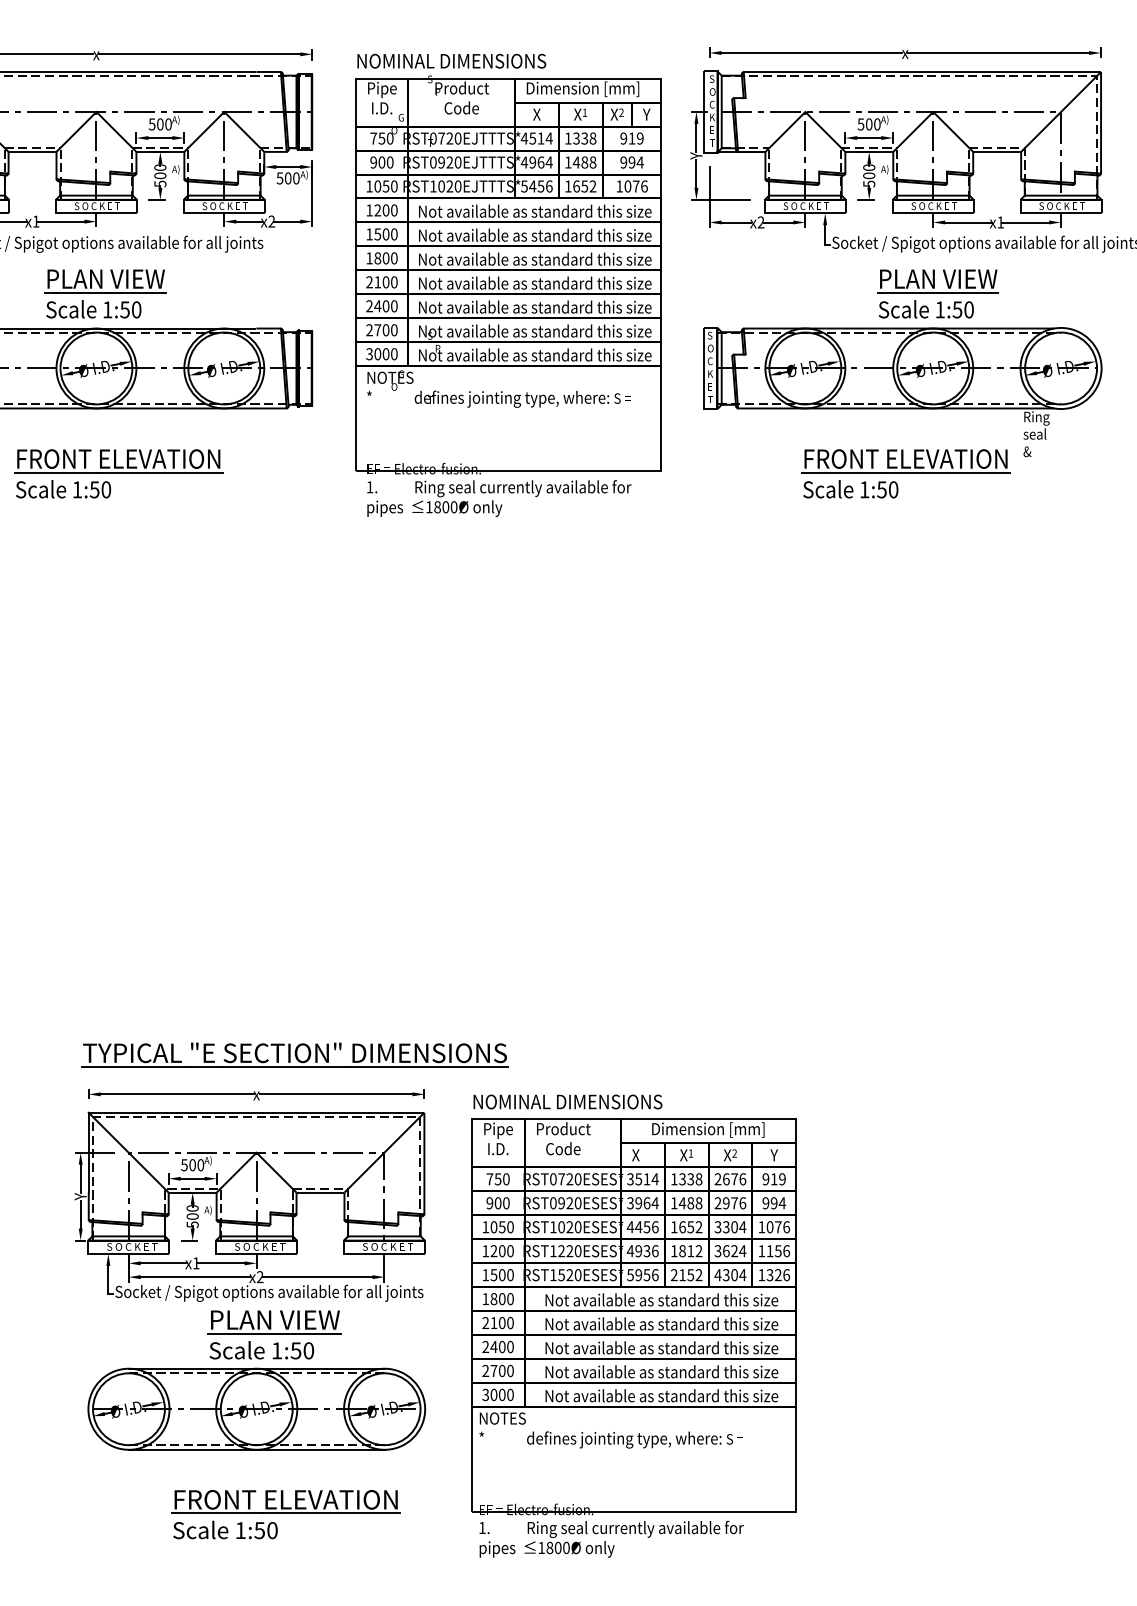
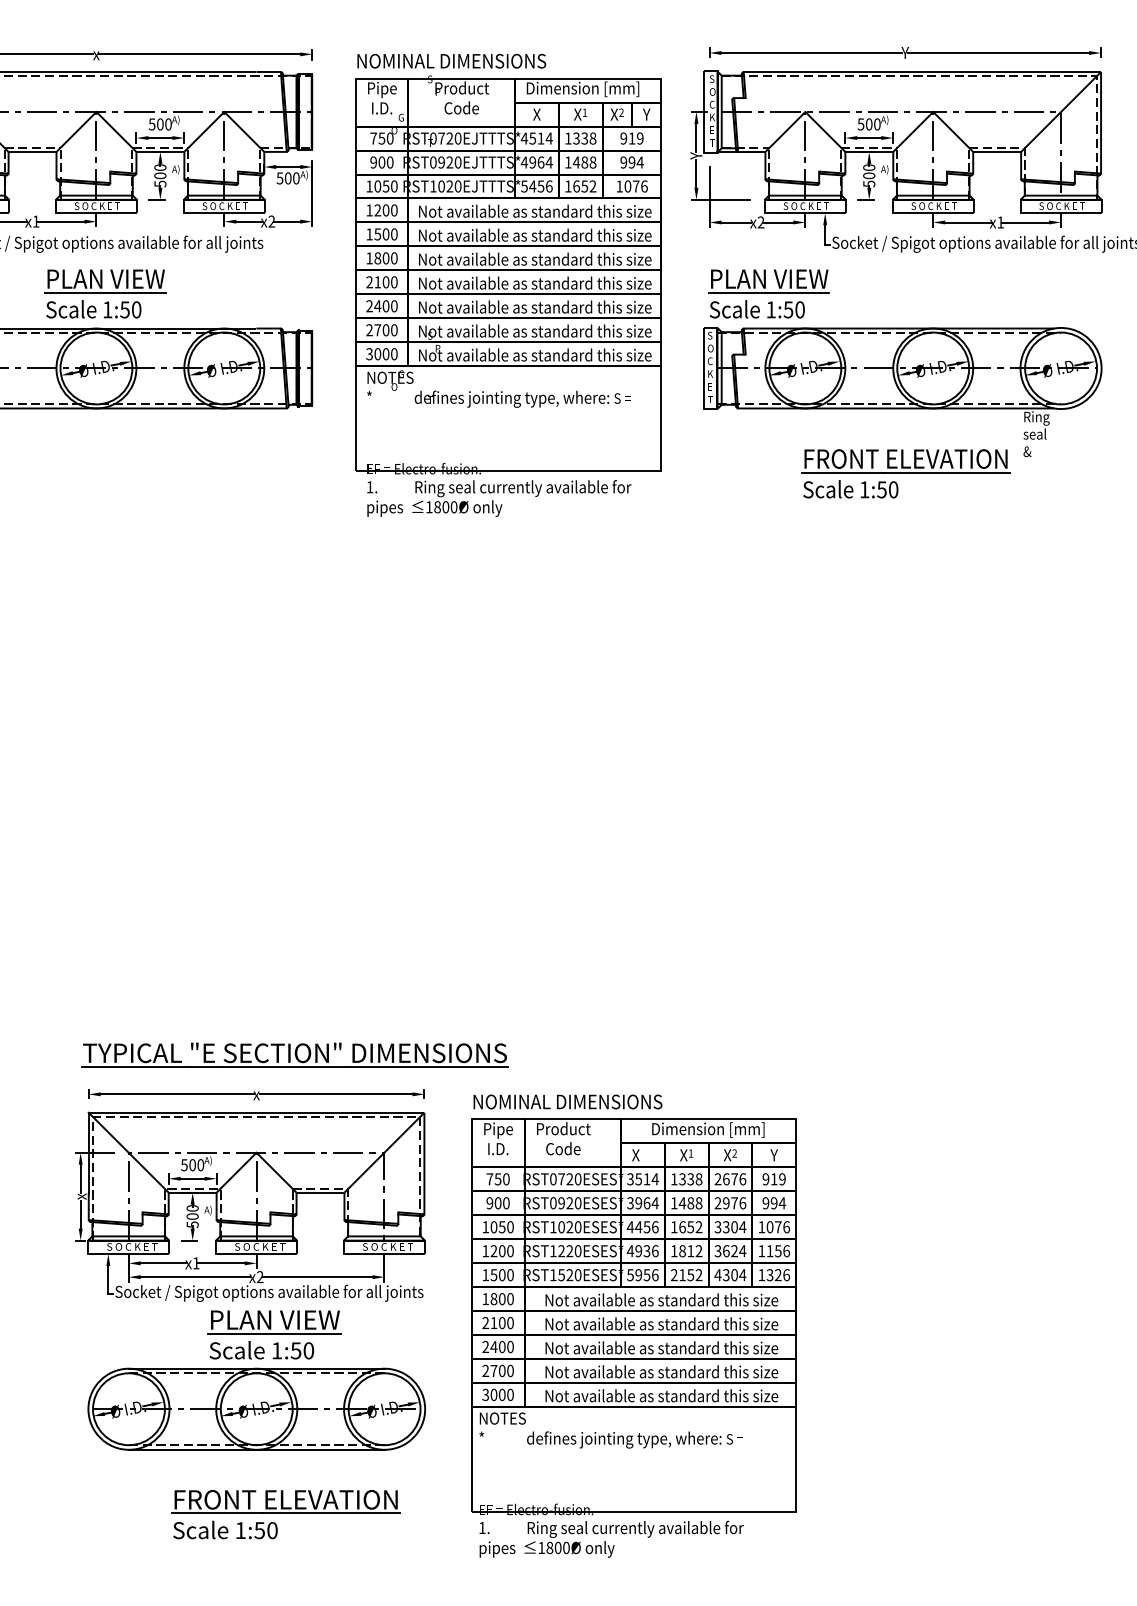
text at (904, 52): x -> Y
part at (937, 293) position: (937, 293) -> (768, 293)
part at (118, 473): present -> none
text at (80, 1196): Y -> x
